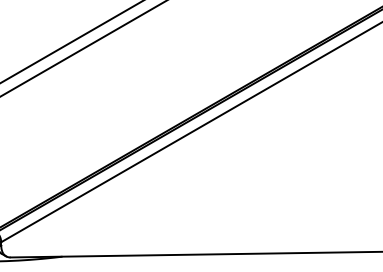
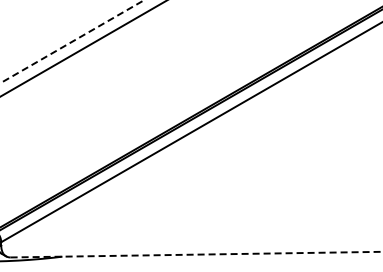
line at (72, 41): solid -> dashed
line at (196, 254): solid -> dashed
